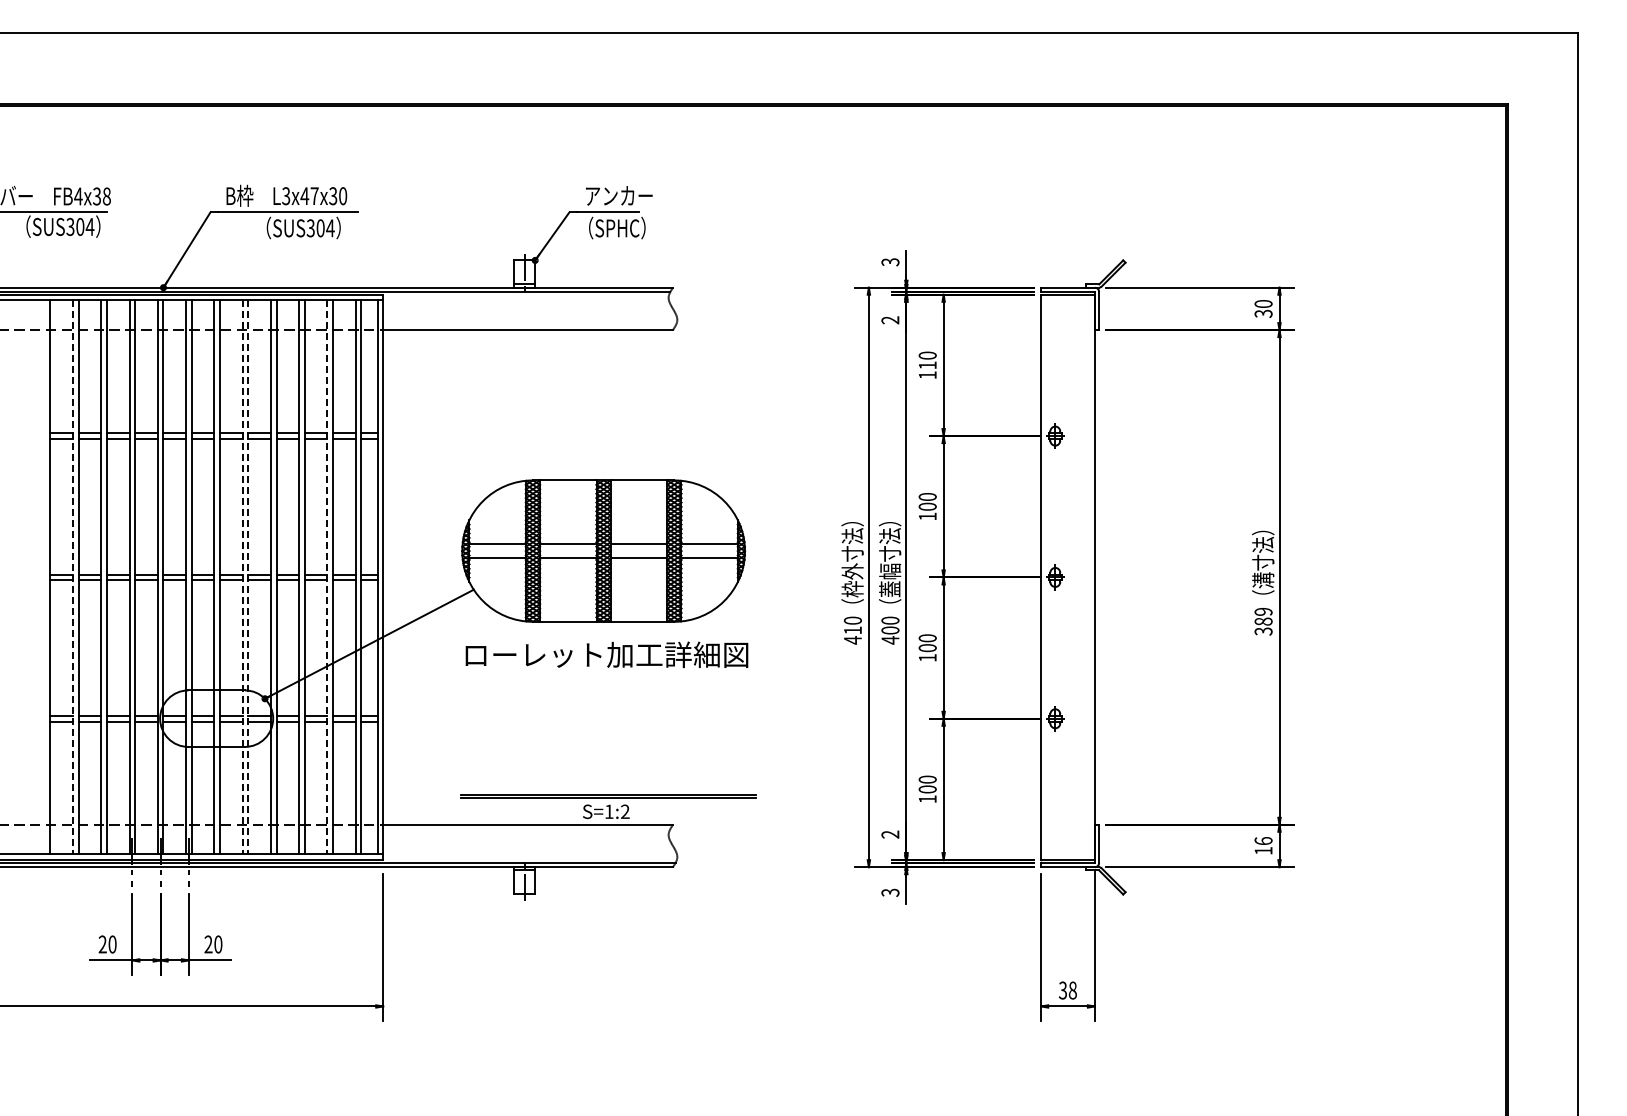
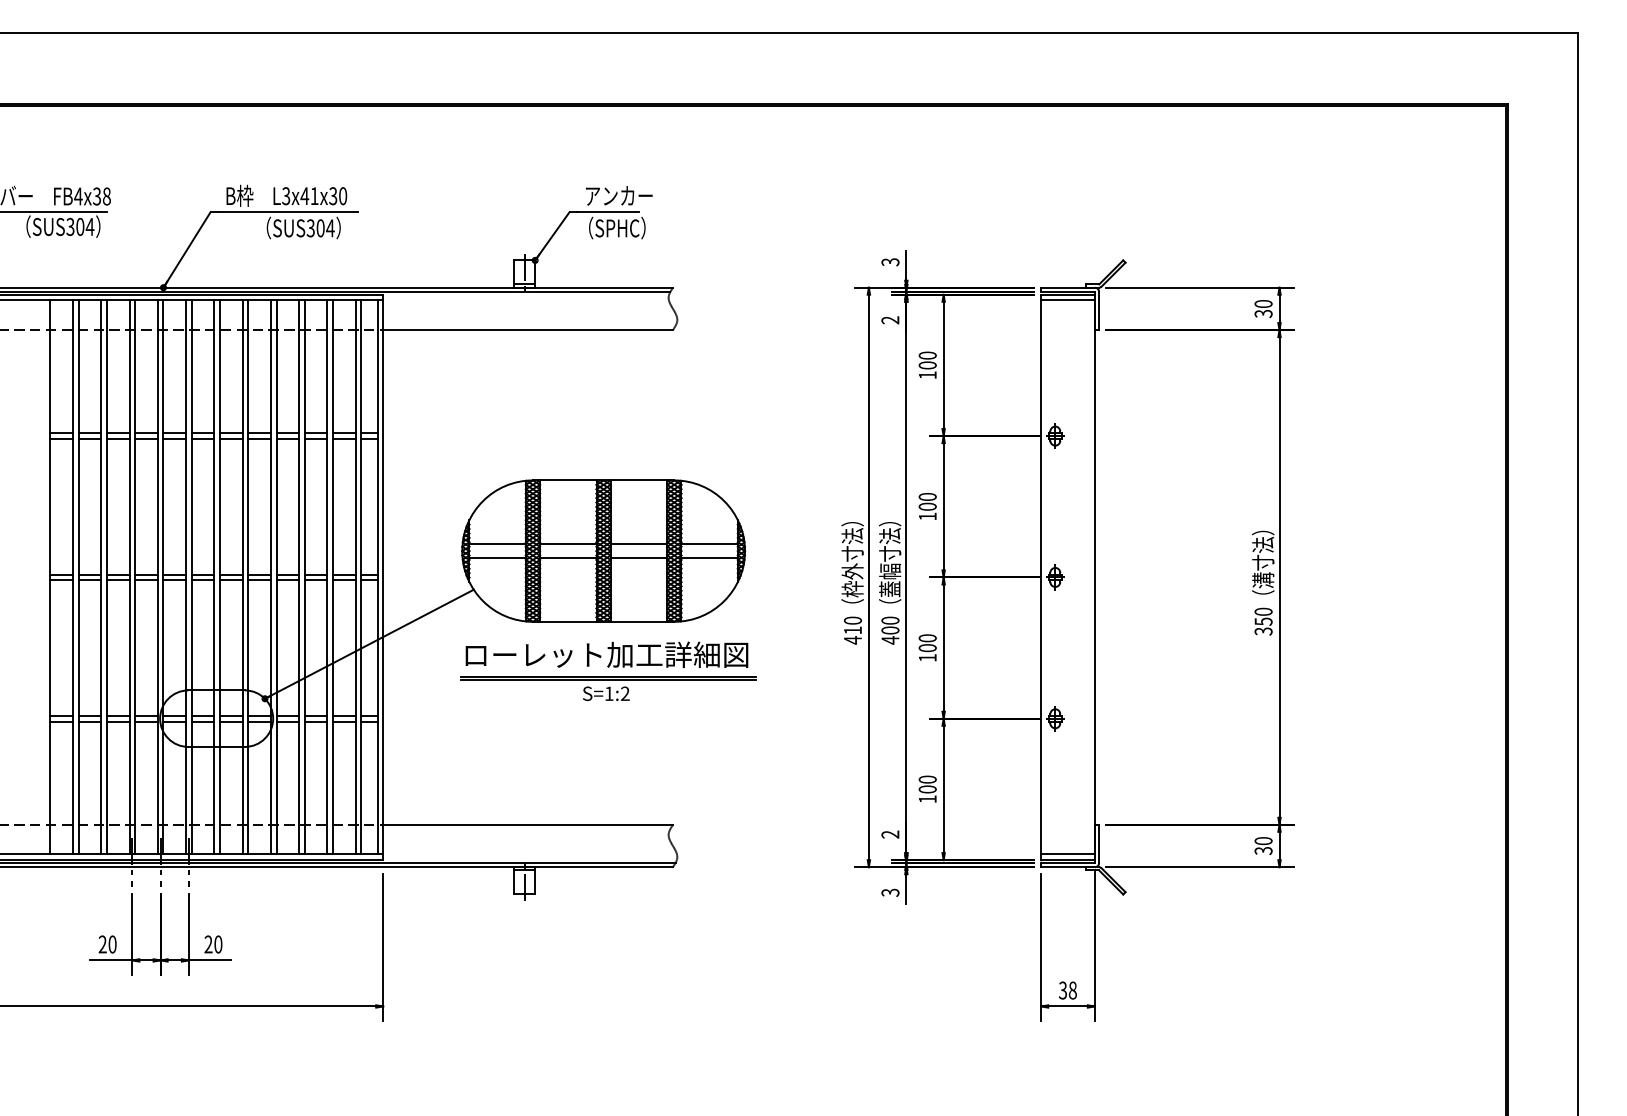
text at (314, 195): L3x47x30 -> L3x41x30
line at (1067, 300): none -> present
text at (927, 365): 110 -> 100
line at (73, 577): dashed -> solid
line at (242, 577): dashed -> solid
line at (248, 577): dashed -> solid
line at (327, 577): dashed -> solid
text at (1263, 616): 389 -> 350
part at (608, 806) position: (608, 806) -> (608, 688)
text at (1263, 846): 16 -> 30
line at (1067, 854): none -> present
